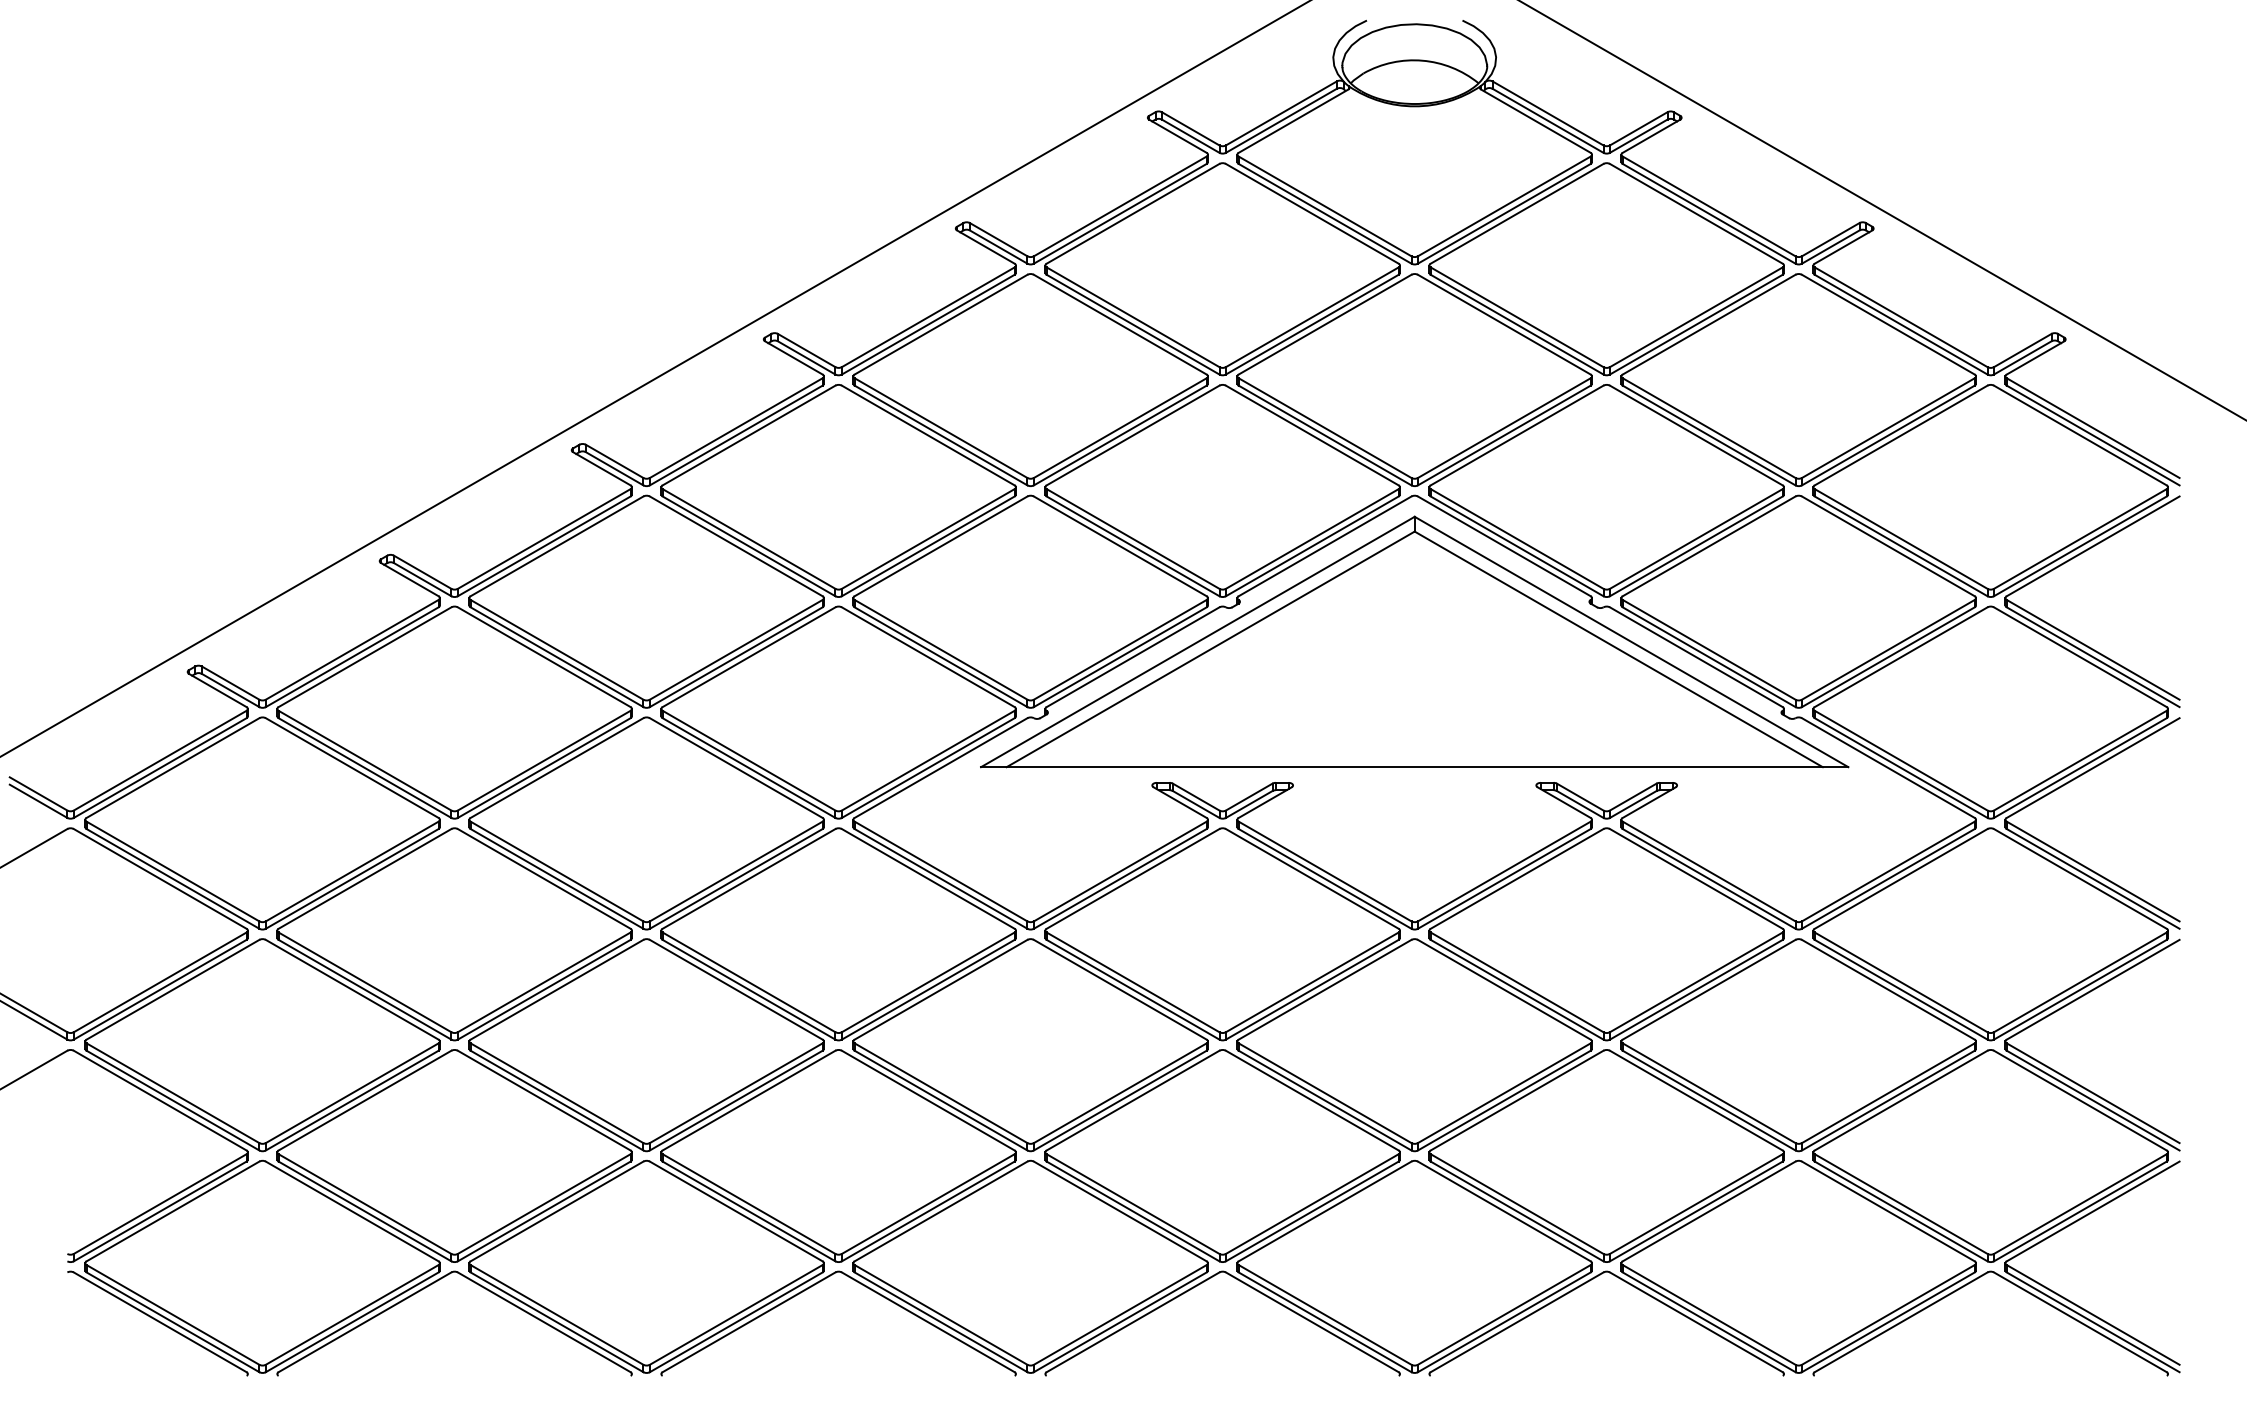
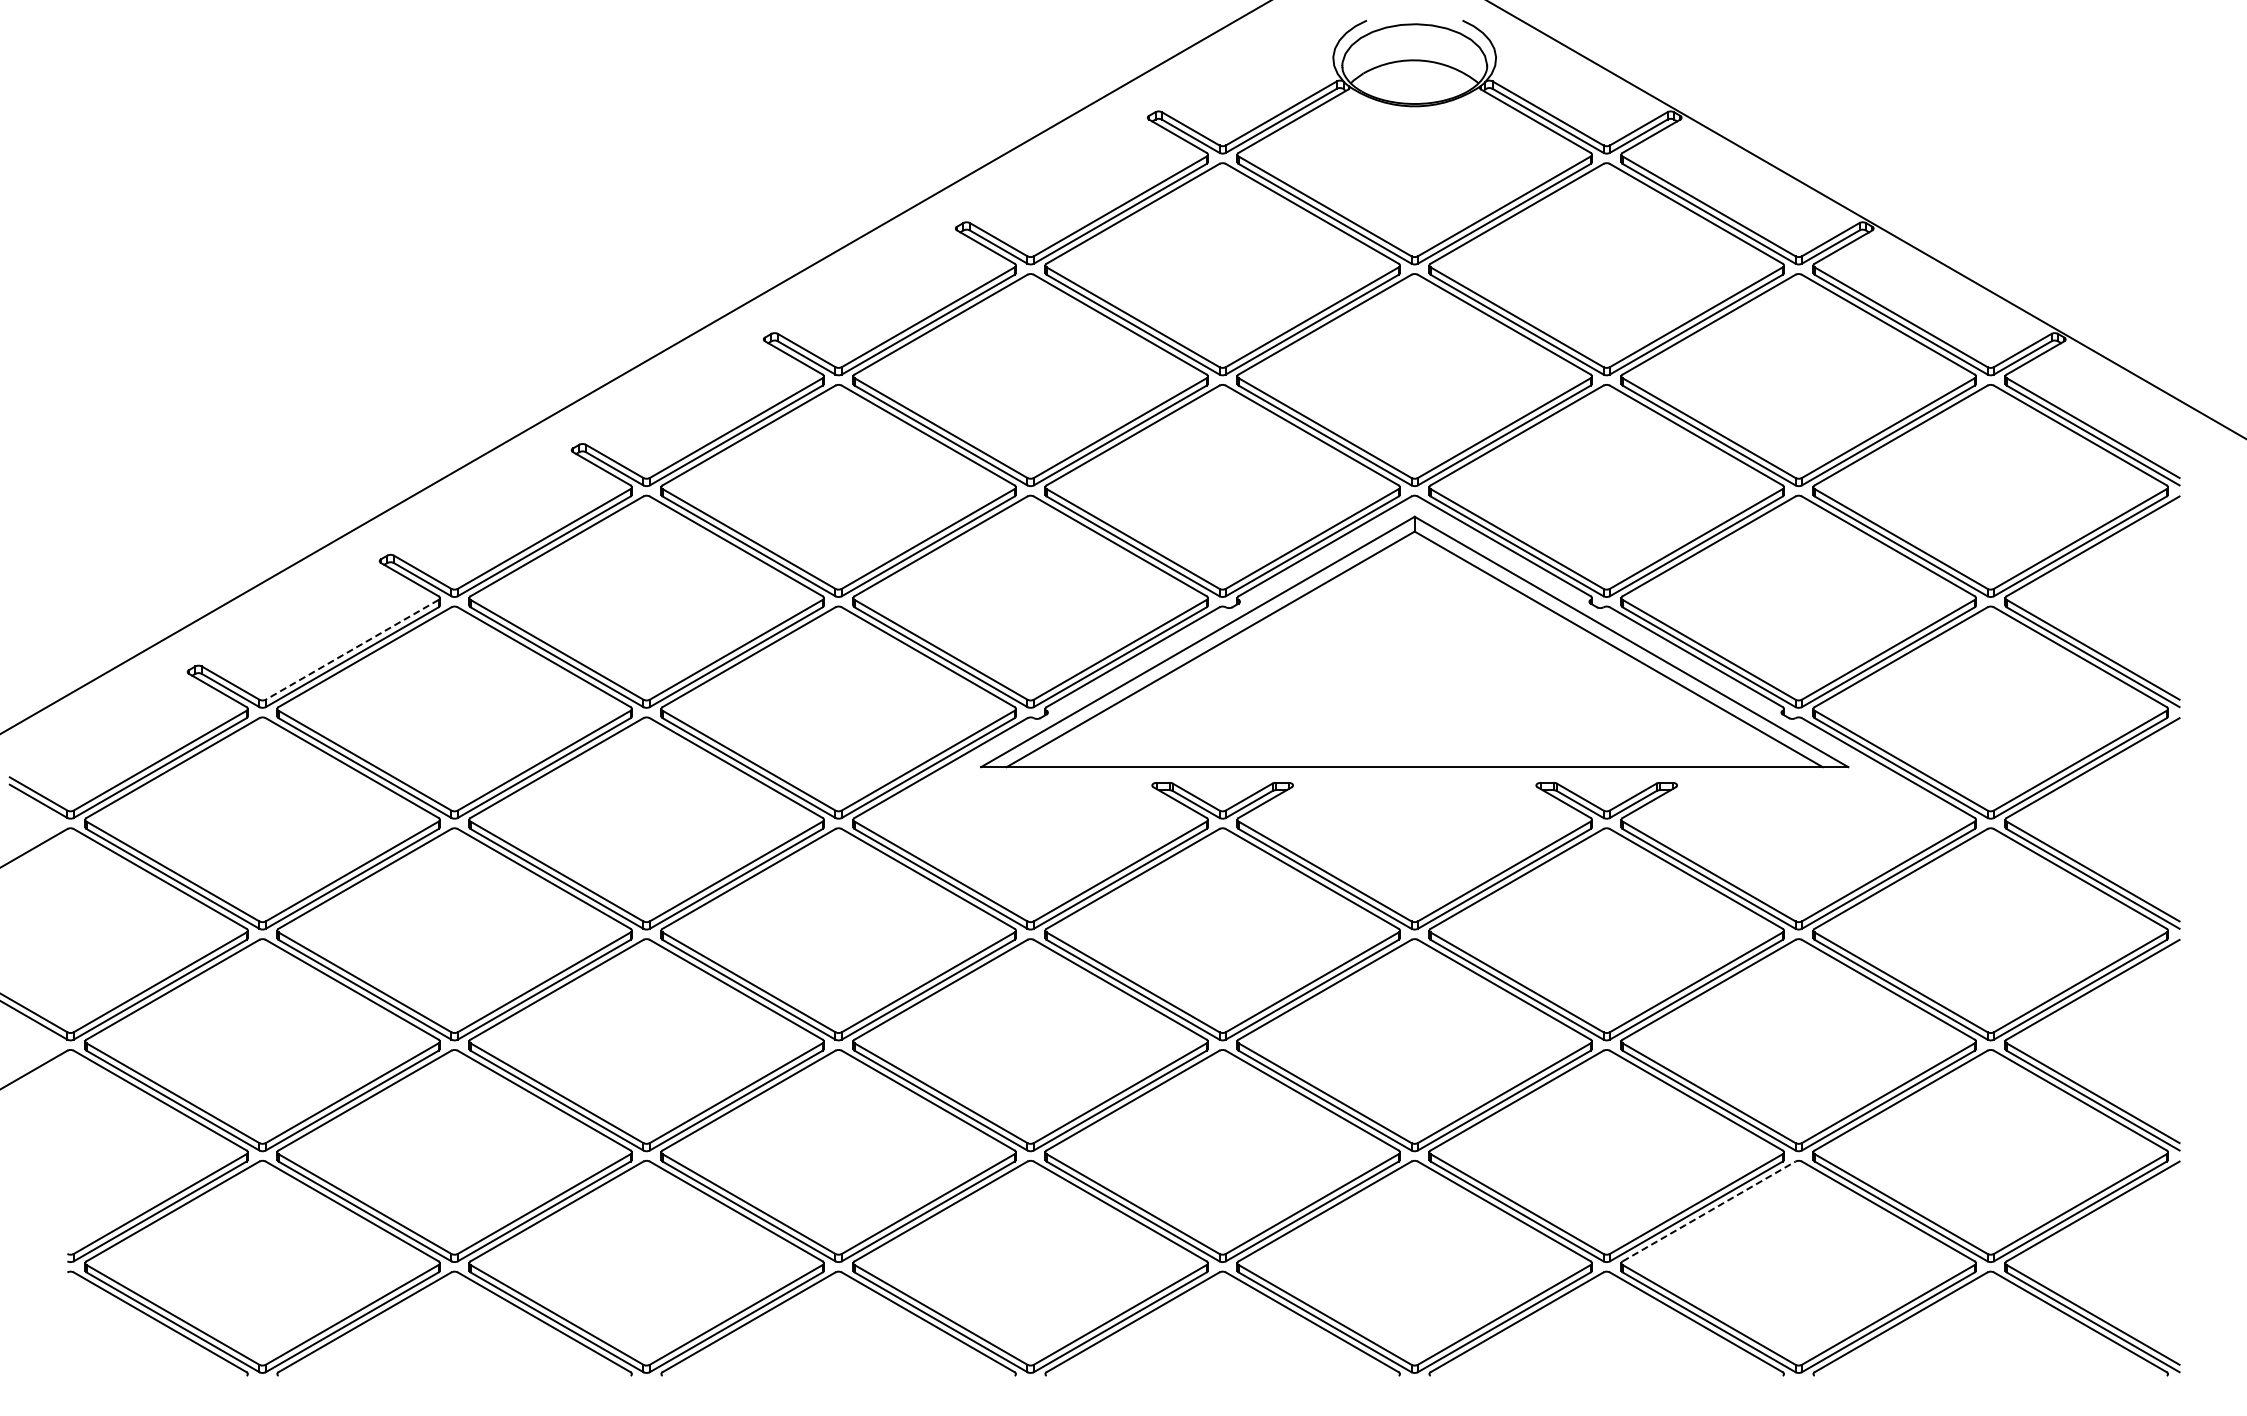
line at (1882, 210) position: (1882, 210) -> (1866, 219)
line at (654, 378) position: (654, 378) -> (635, 367)
line at (352, 649): solid -> dashed
line at (1709, 1211): solid -> dashed
